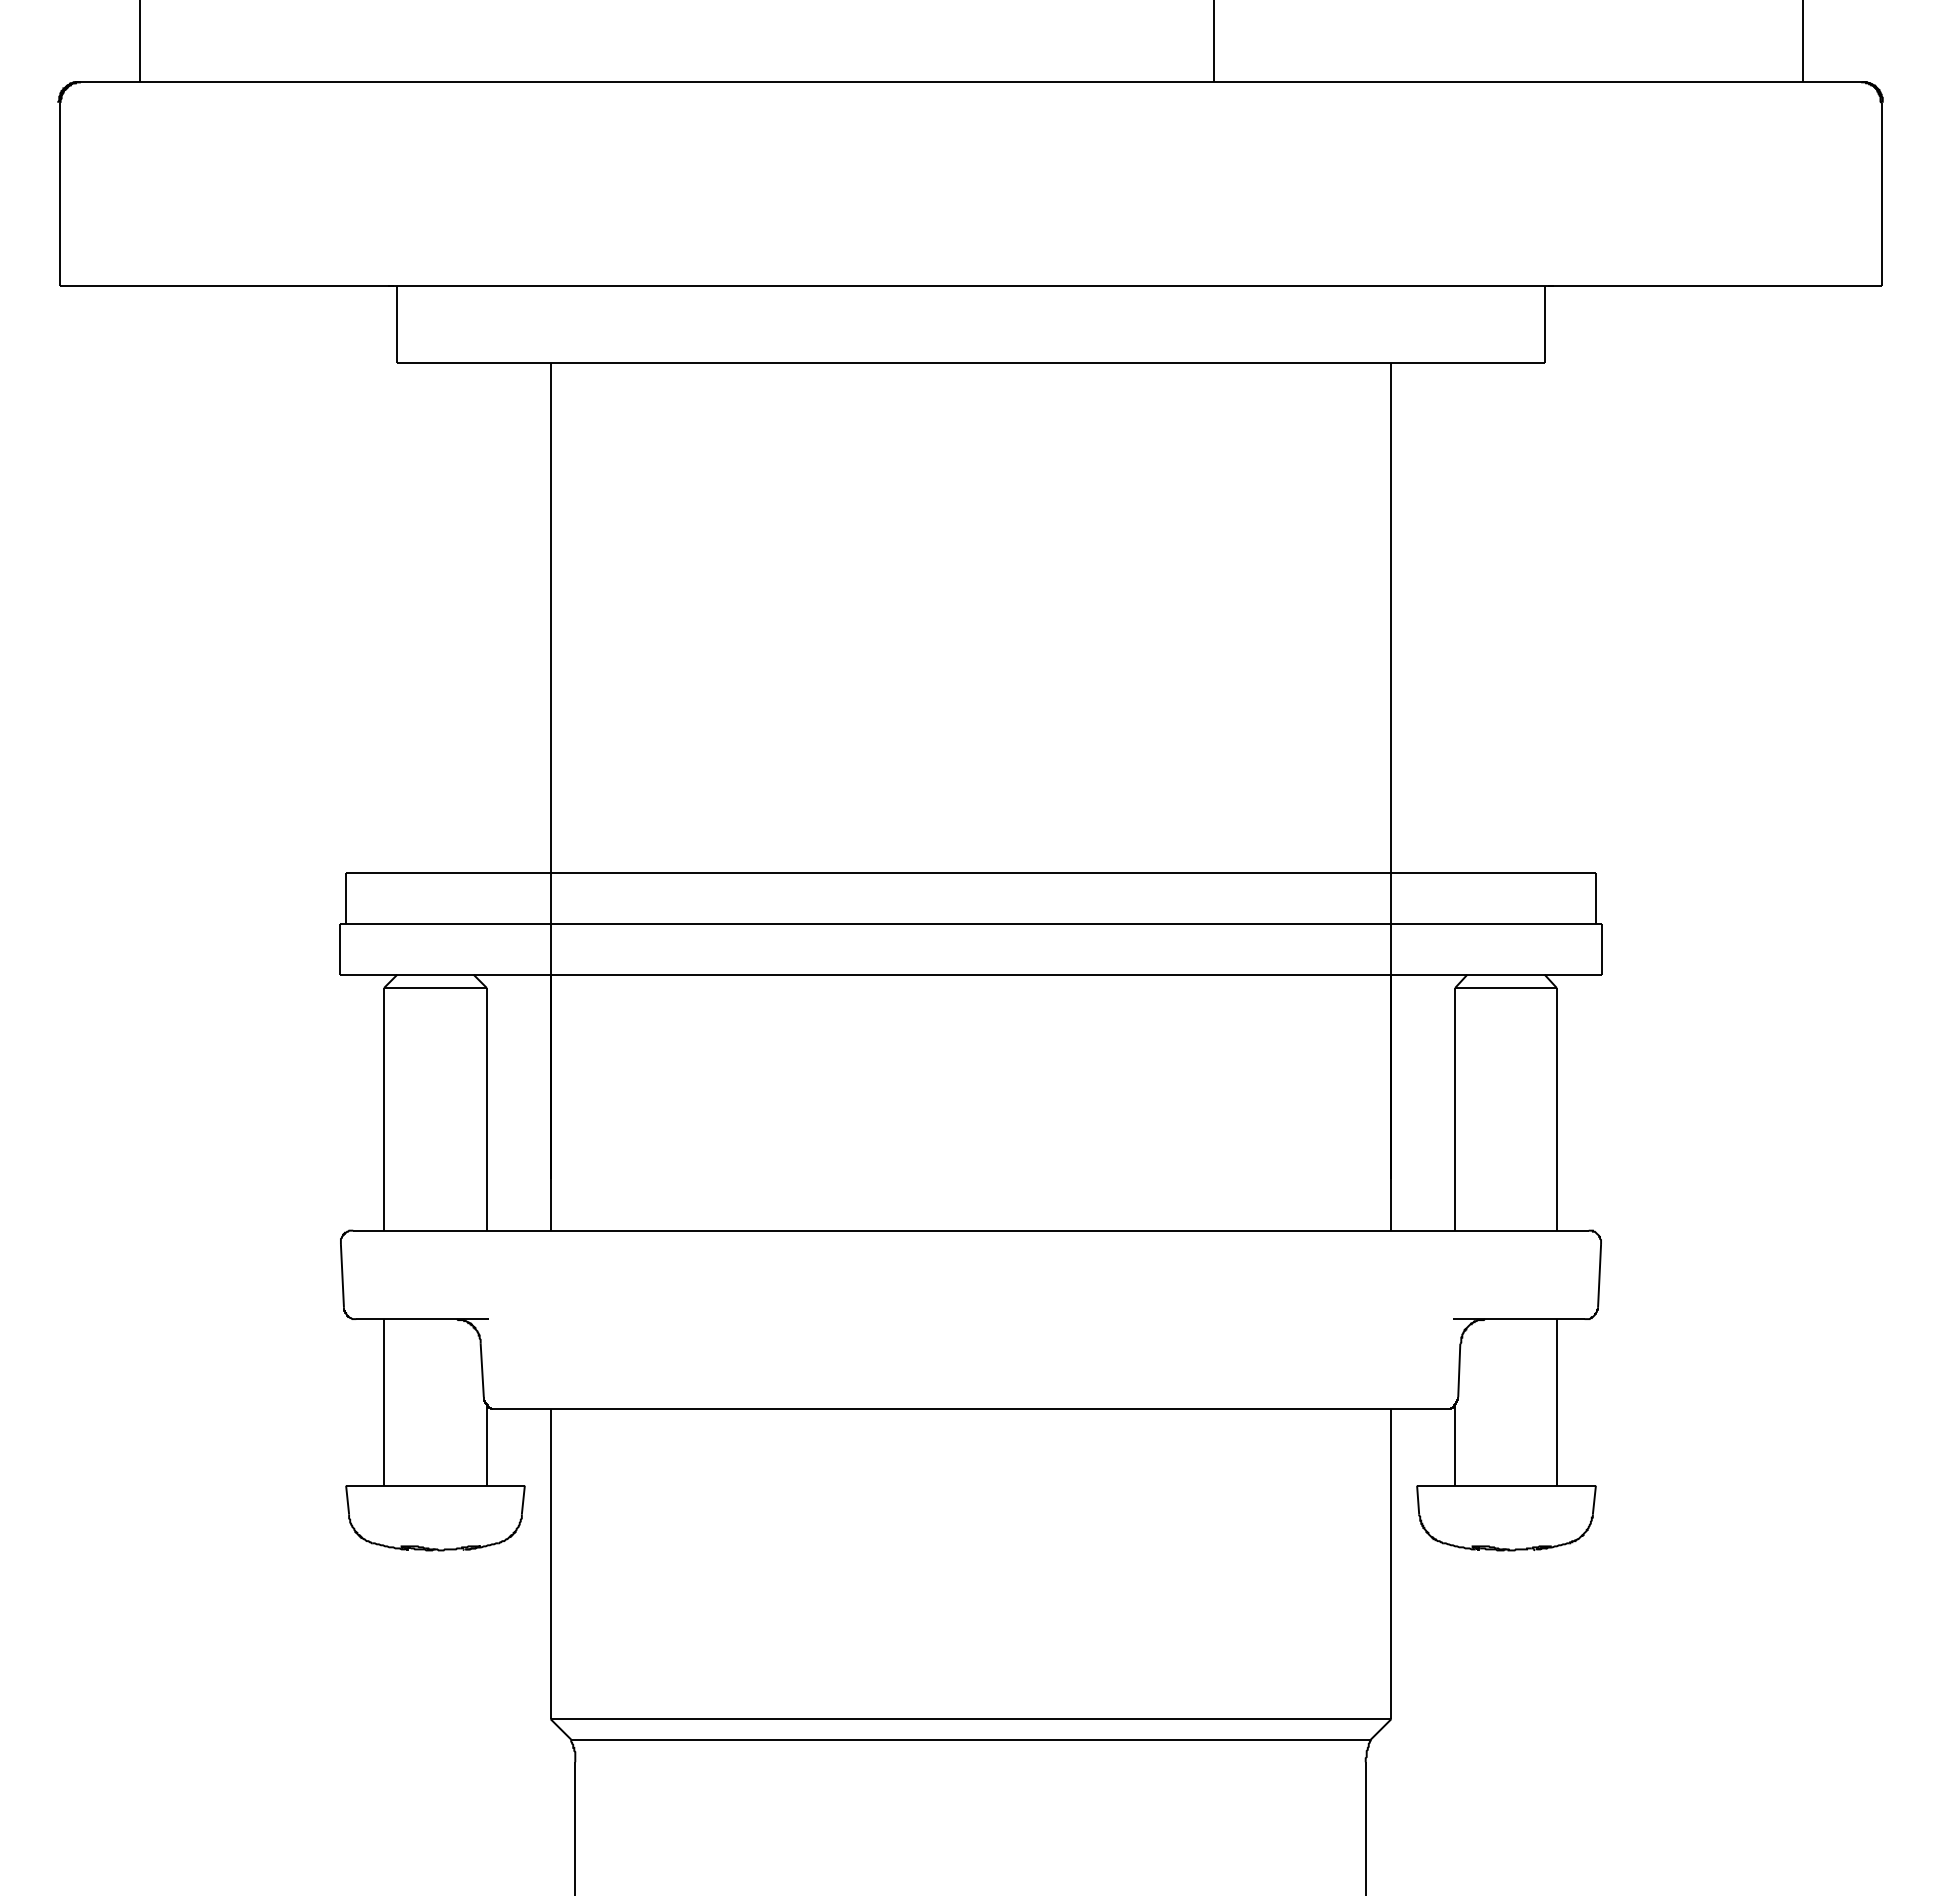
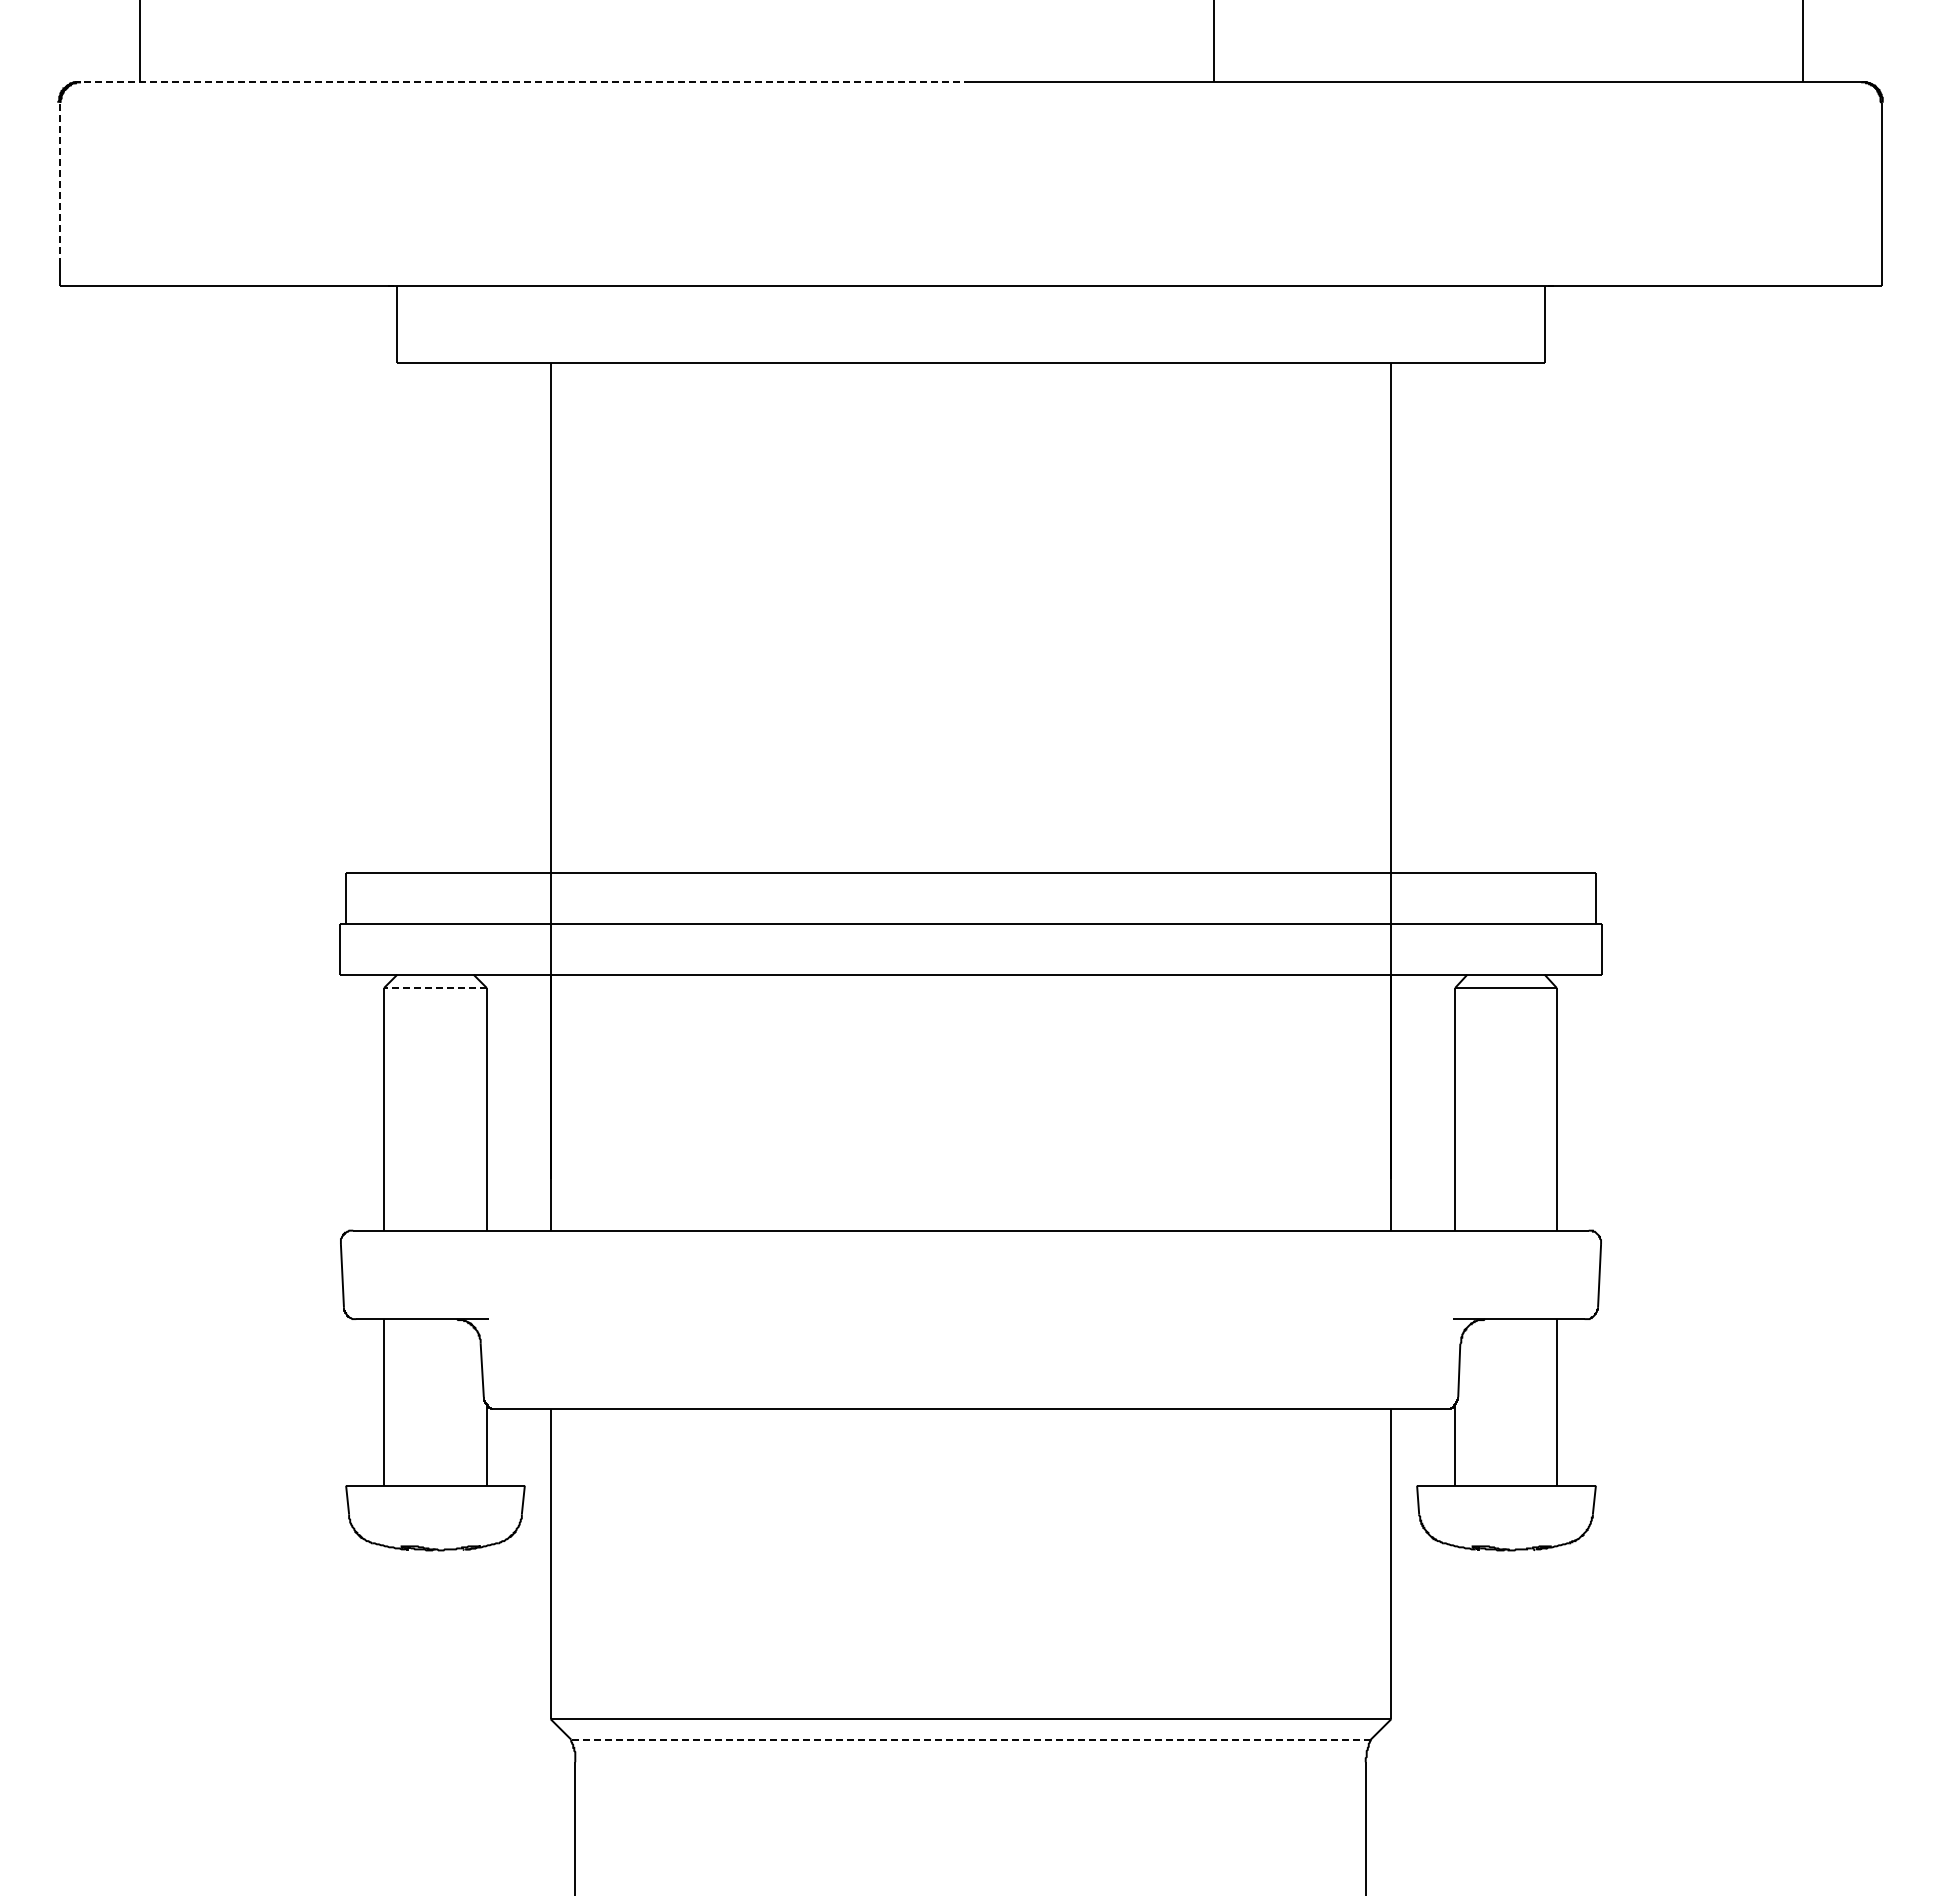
line at (525, 82): solid -> dashed
line at (60, 183): solid -> dashed
line at (434, 988): solid -> dashed
line at (971, 1739): solid -> dashed
